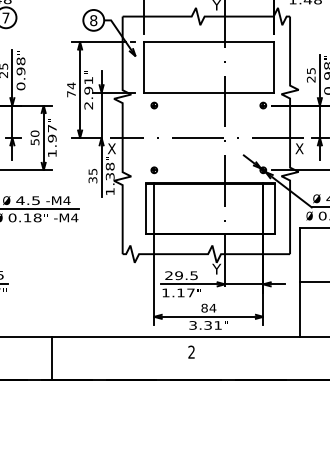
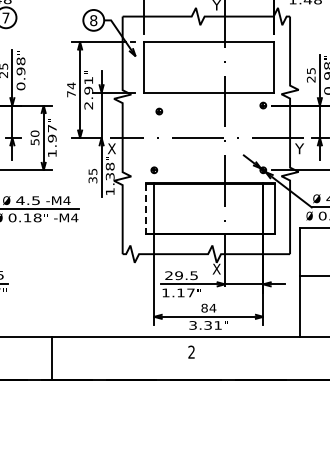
part at (154, 105) position: (154, 105) -> (159, 111)
text at (299, 148): X -> Y
line at (146, 209): solid -> dashed
text at (216, 268): Y -> X
line at (312, 282) position: (312, 282) -> (312, 276)
